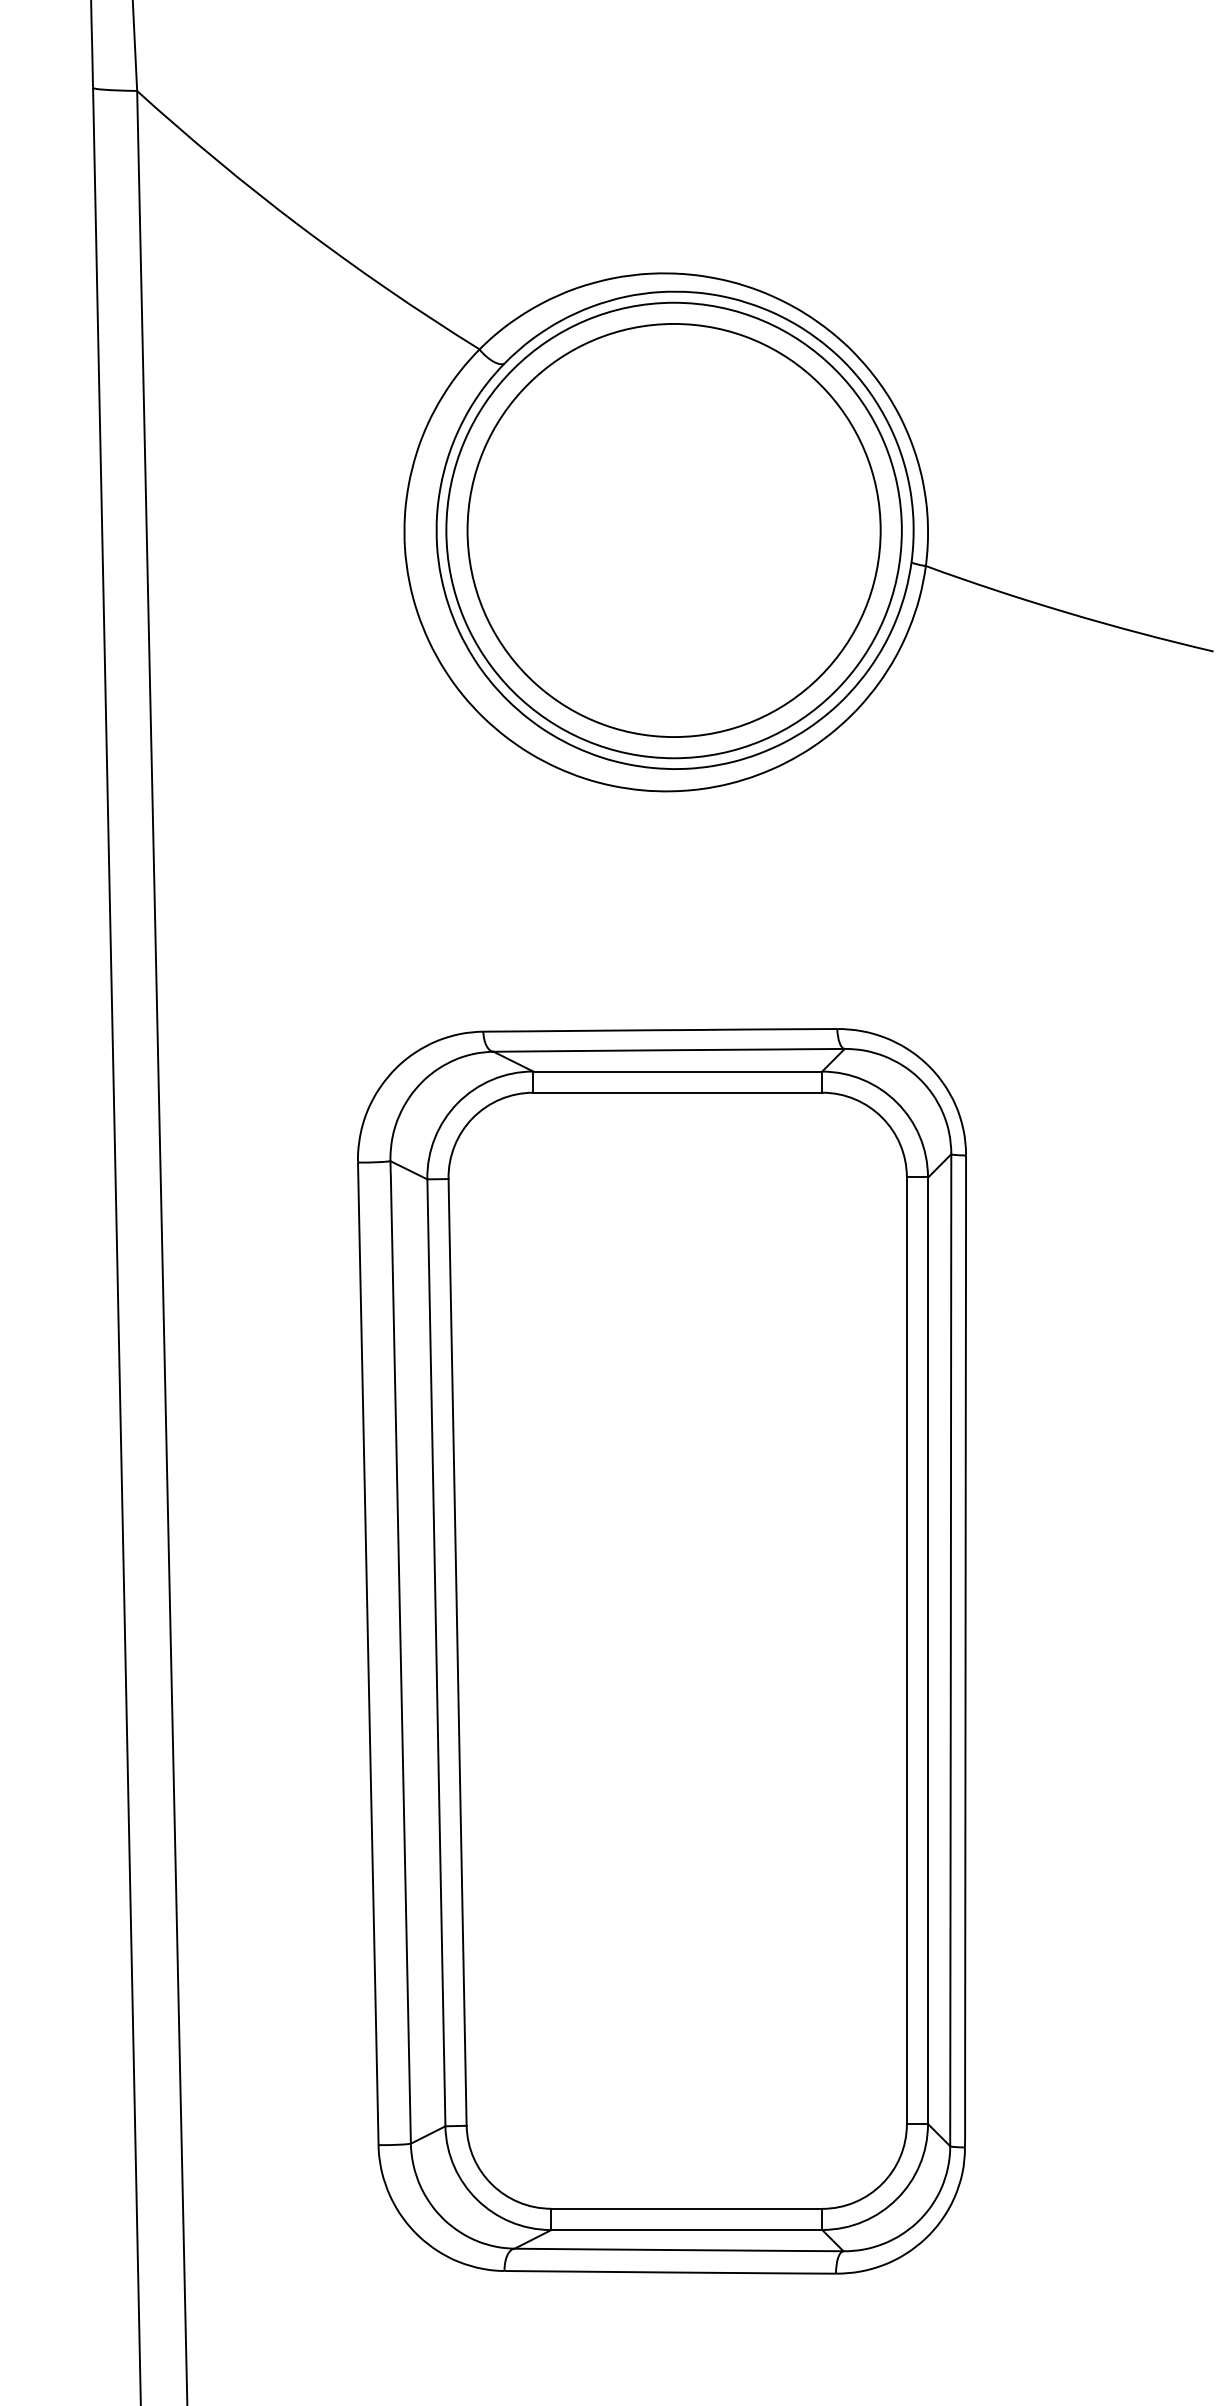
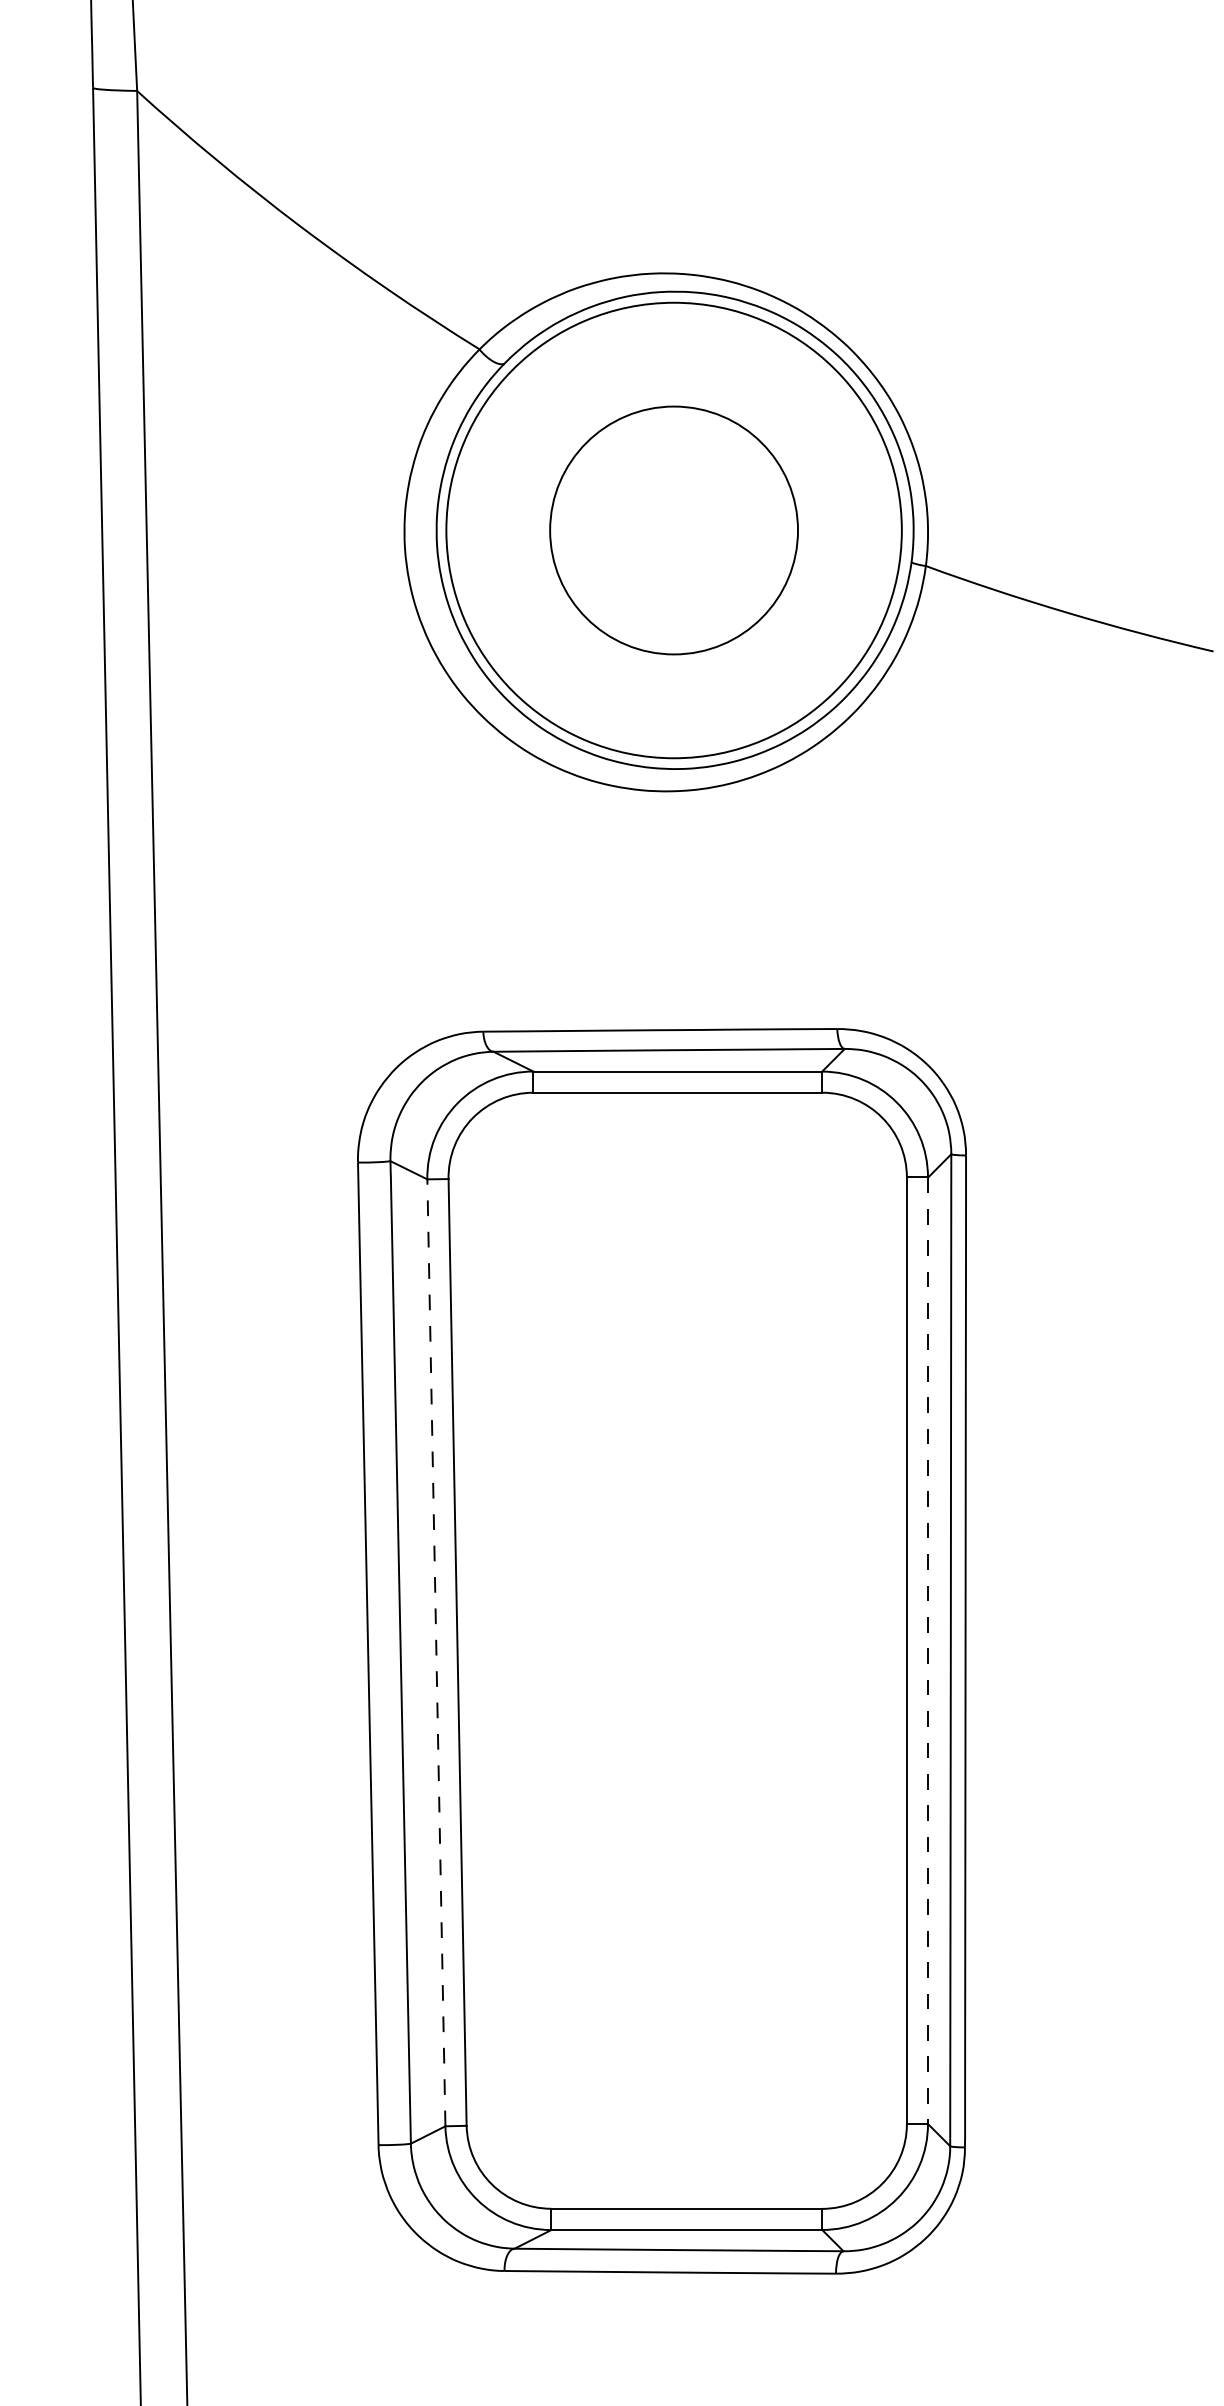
circle at (673, 530) size: 416x415 px -> 250x251 px
line at (928, 1651): solid -> dashed
line at (436, 1652): solid -> dashed
